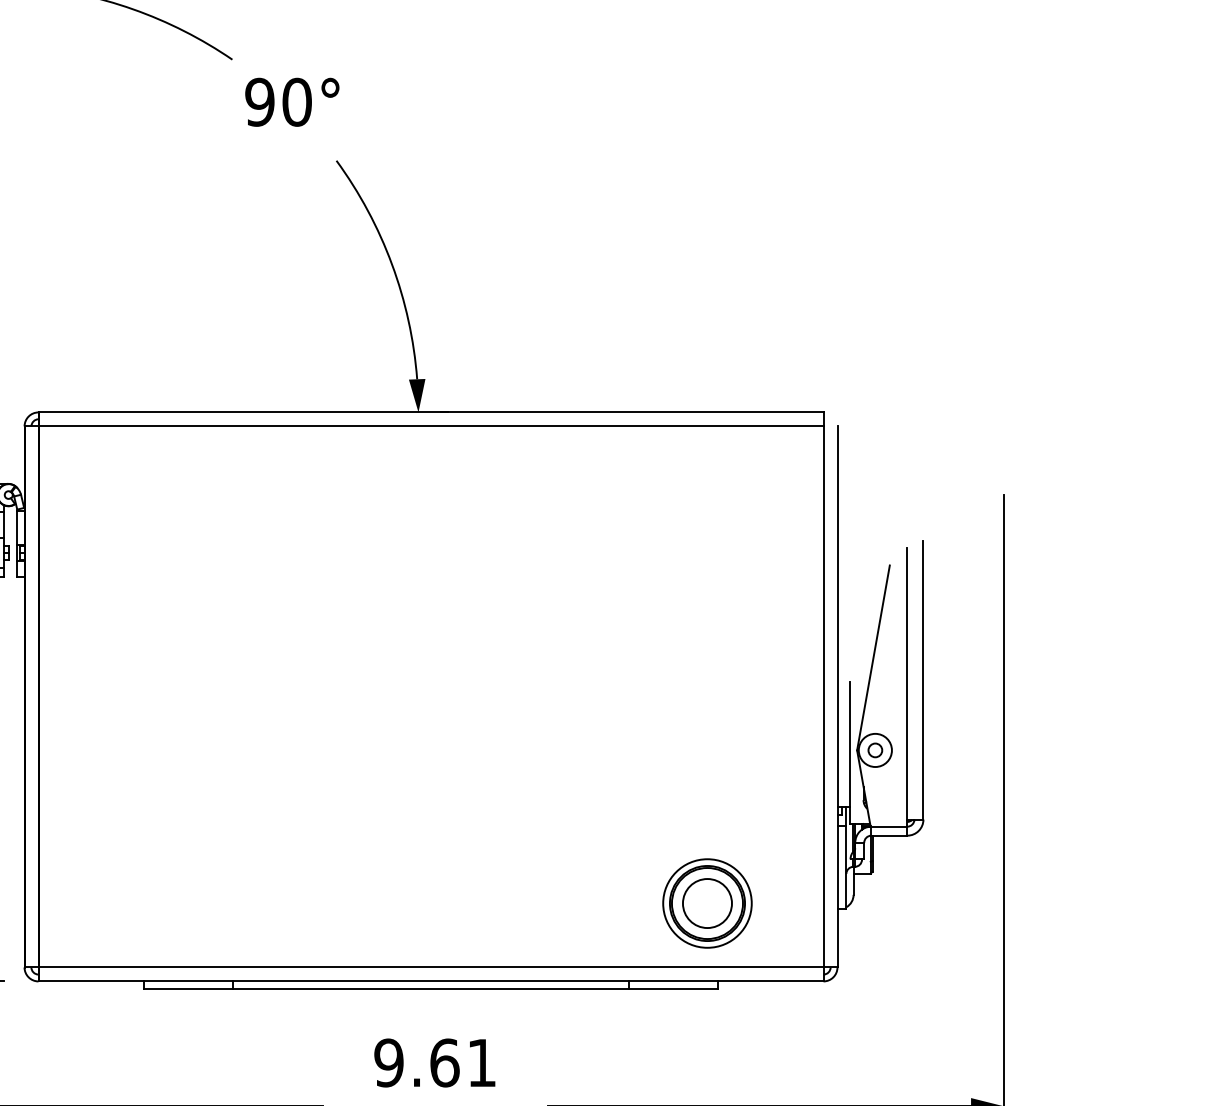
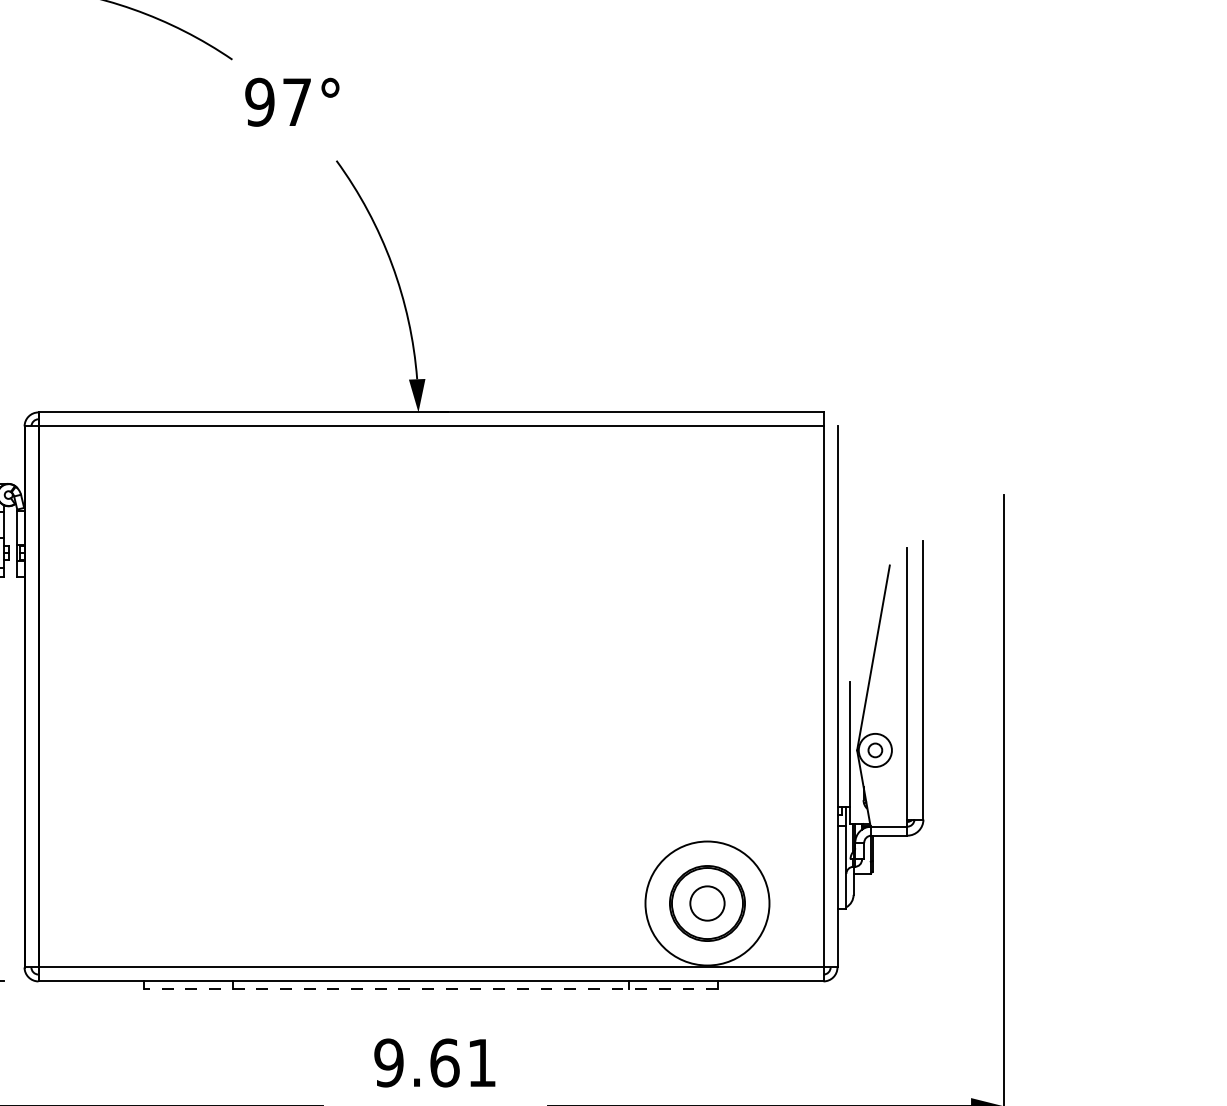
text at (296, 101): 90° -> 97°
circle at (706, 903) diameter: 49 px -> 34 px
circle at (707, 903) diameter: 89 px -> 124 px
line at (430, 988): solid -> dashed
